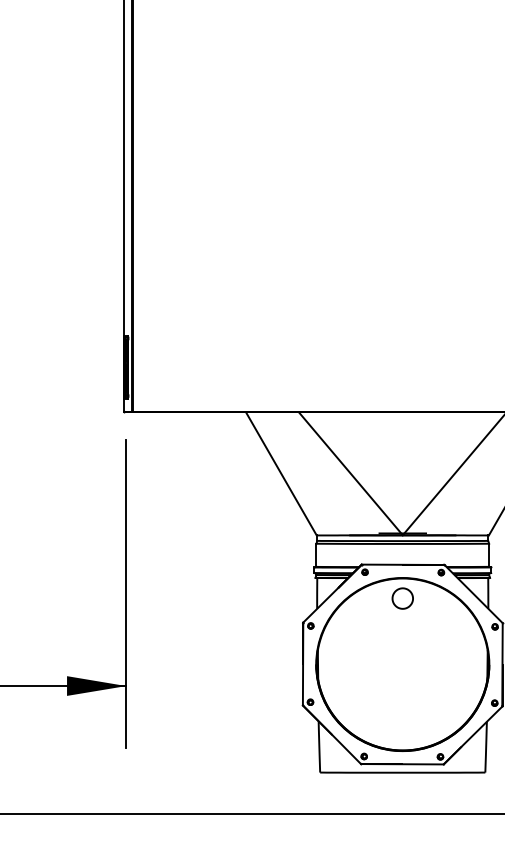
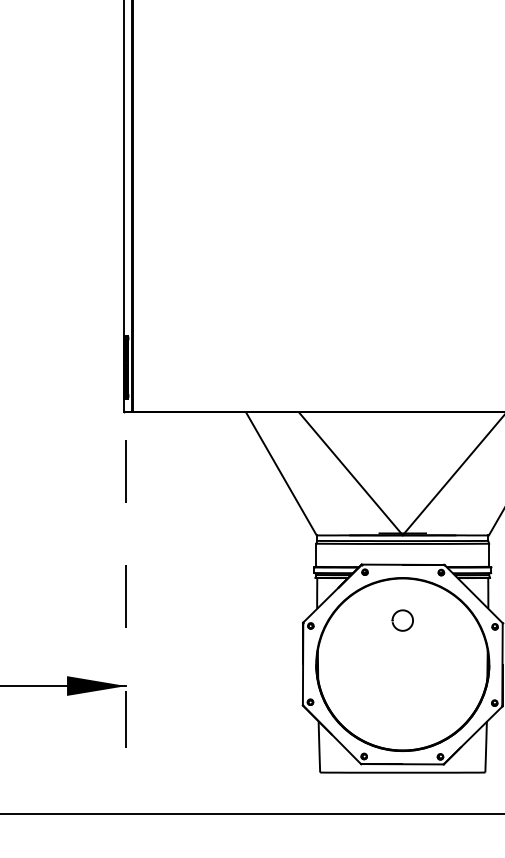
line at (126, 594): solid -> dashed
part at (402, 598) position: (402, 598) -> (402, 620)
